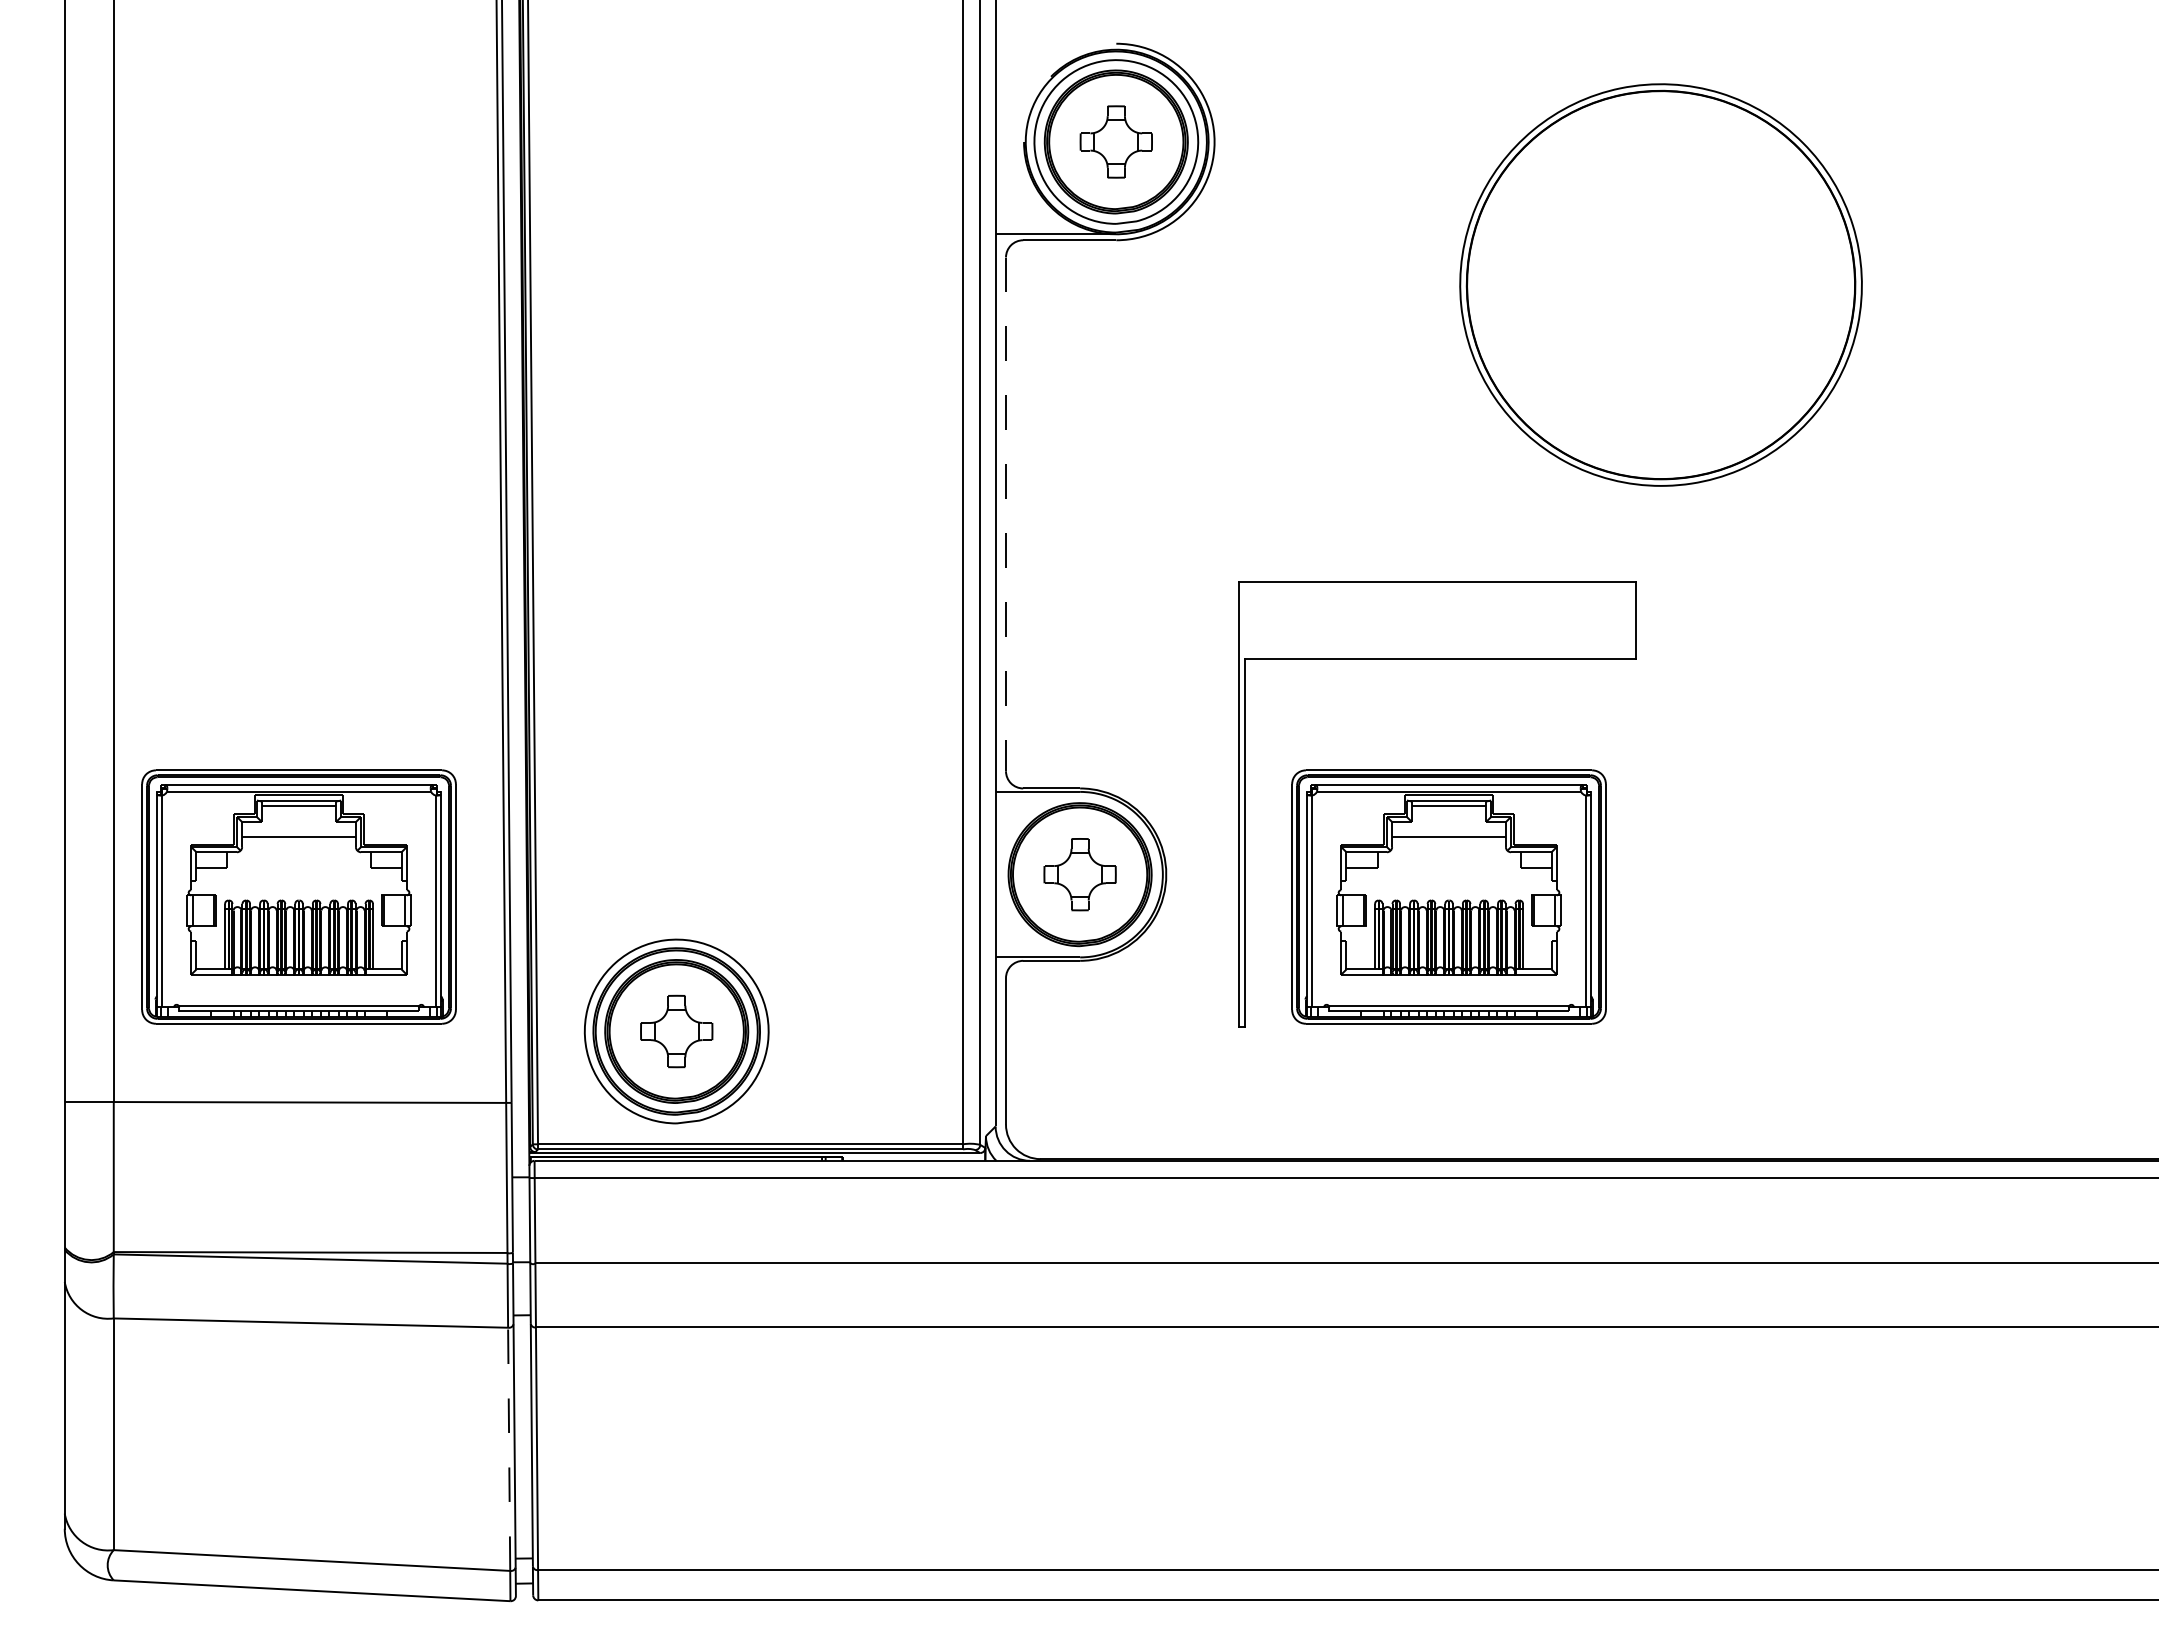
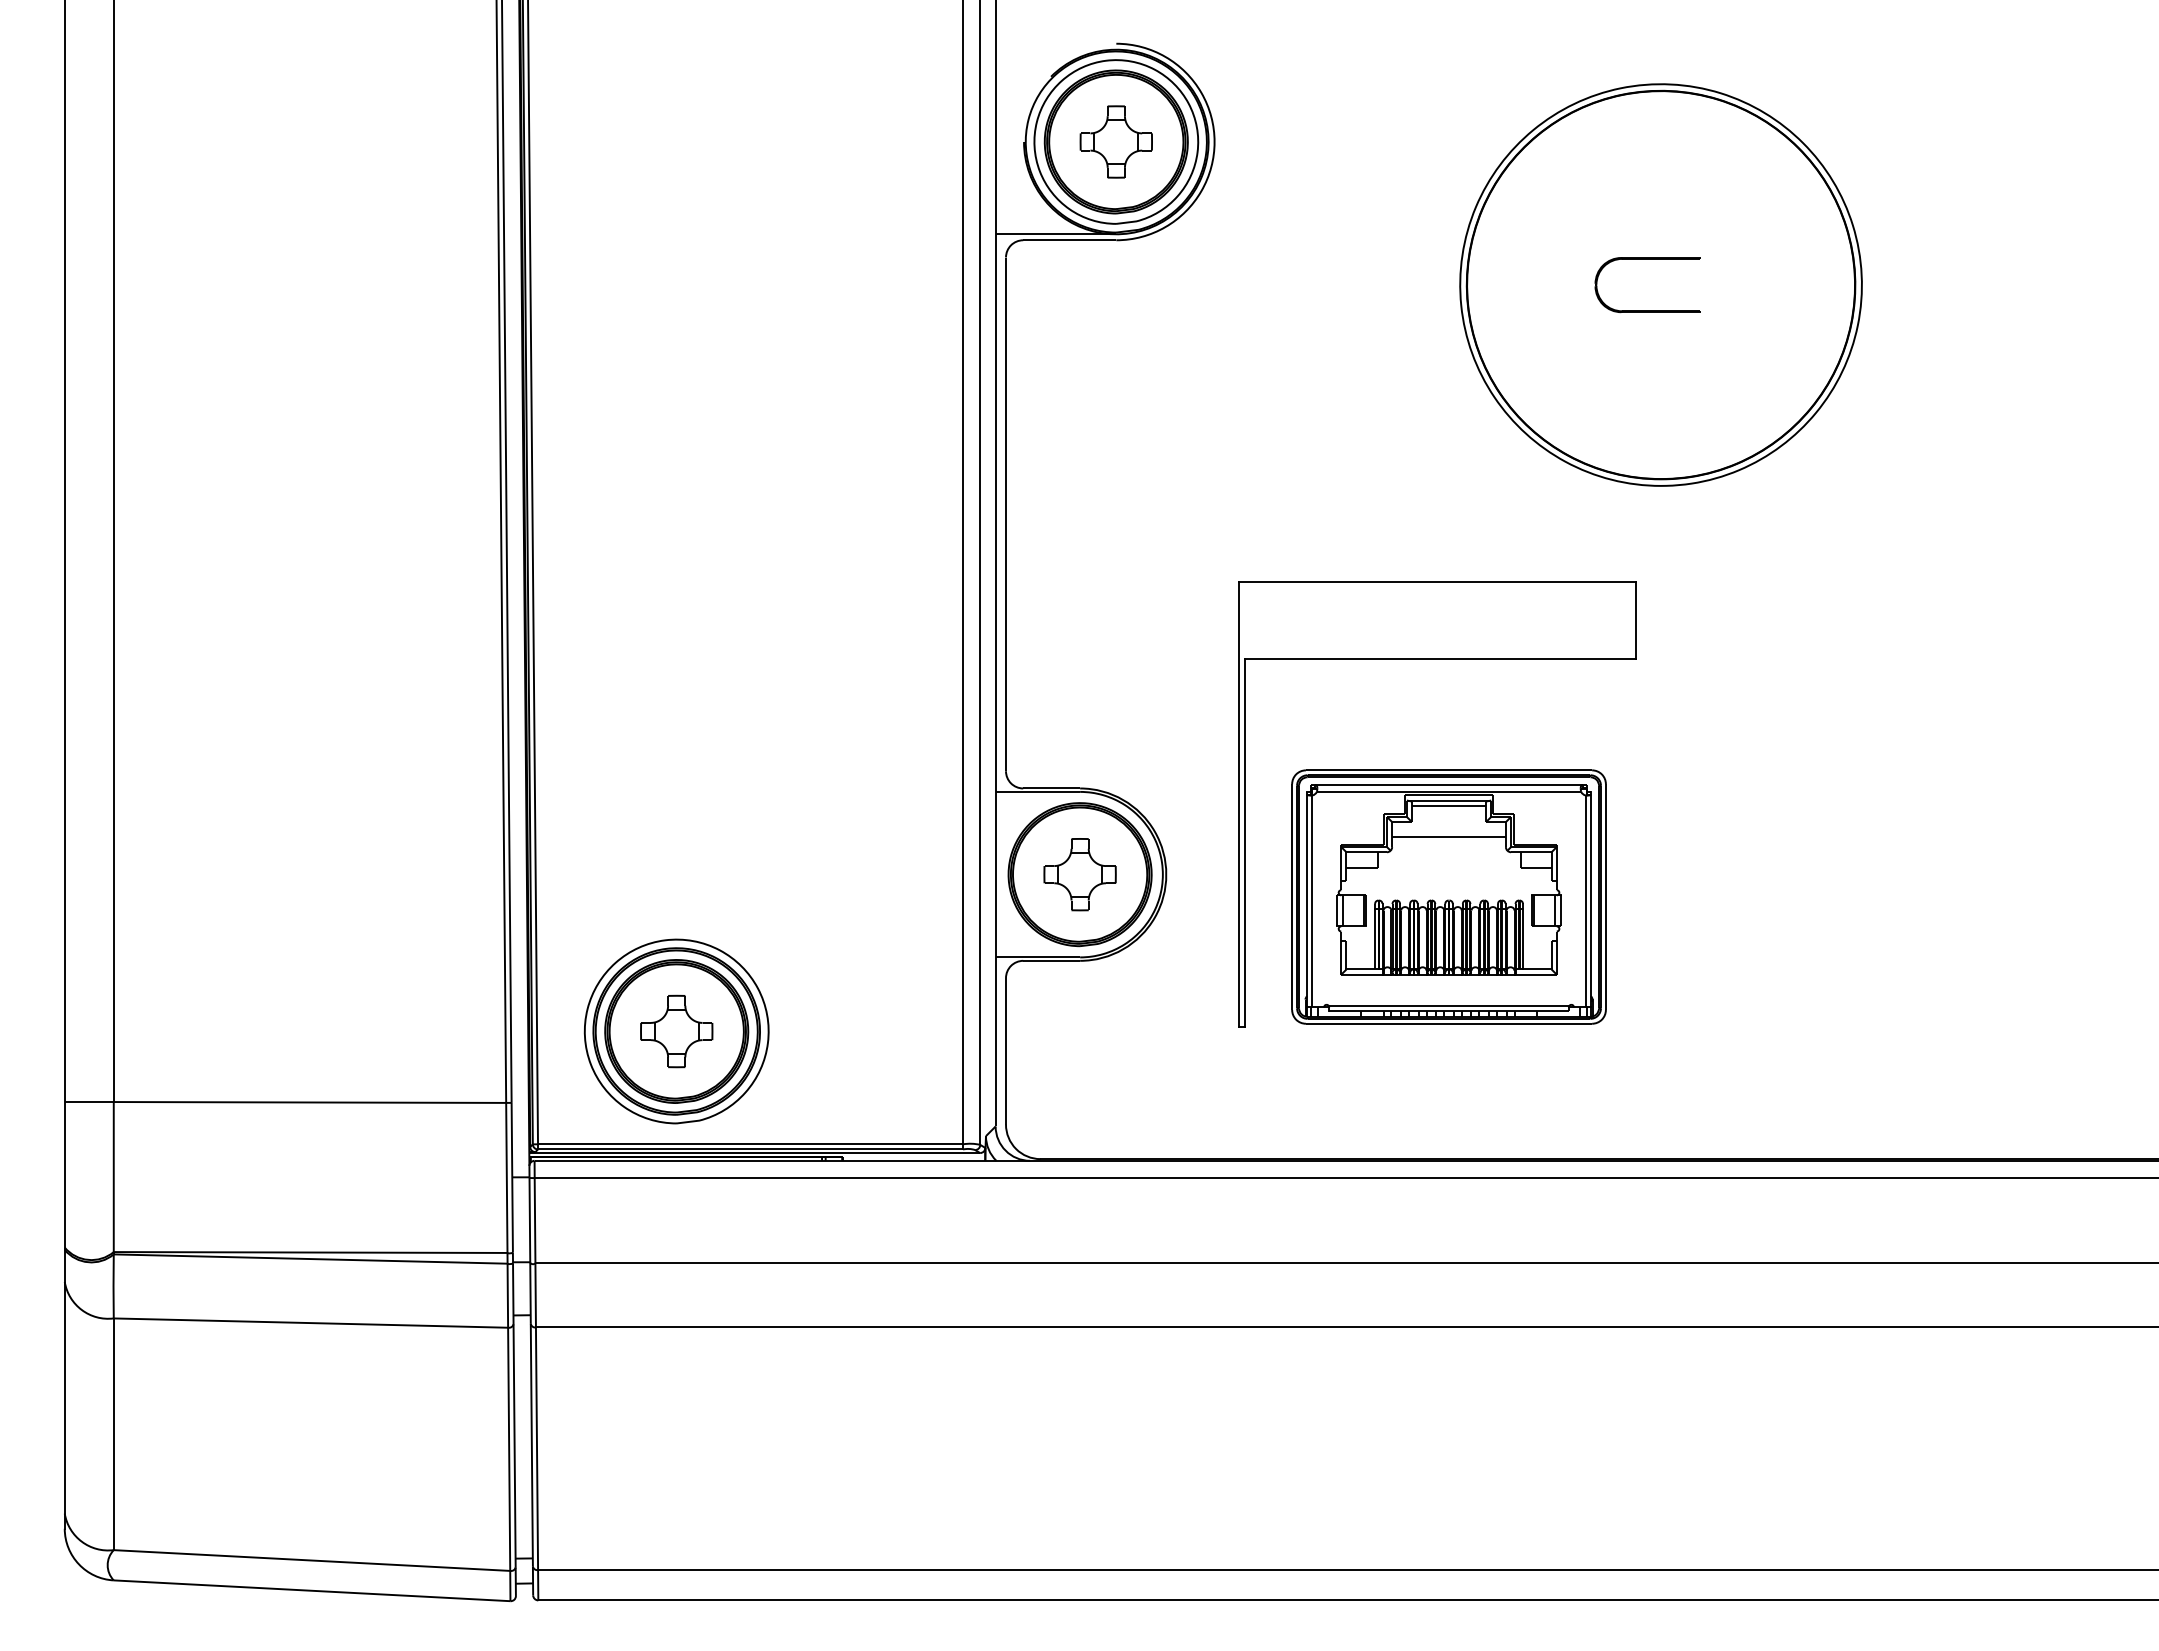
part at (1647, 310): none -> present
line at (1006, 514): dashed -> solid
part at (298, 896): present -> none
line at (509, 1449): dashed -> solid
